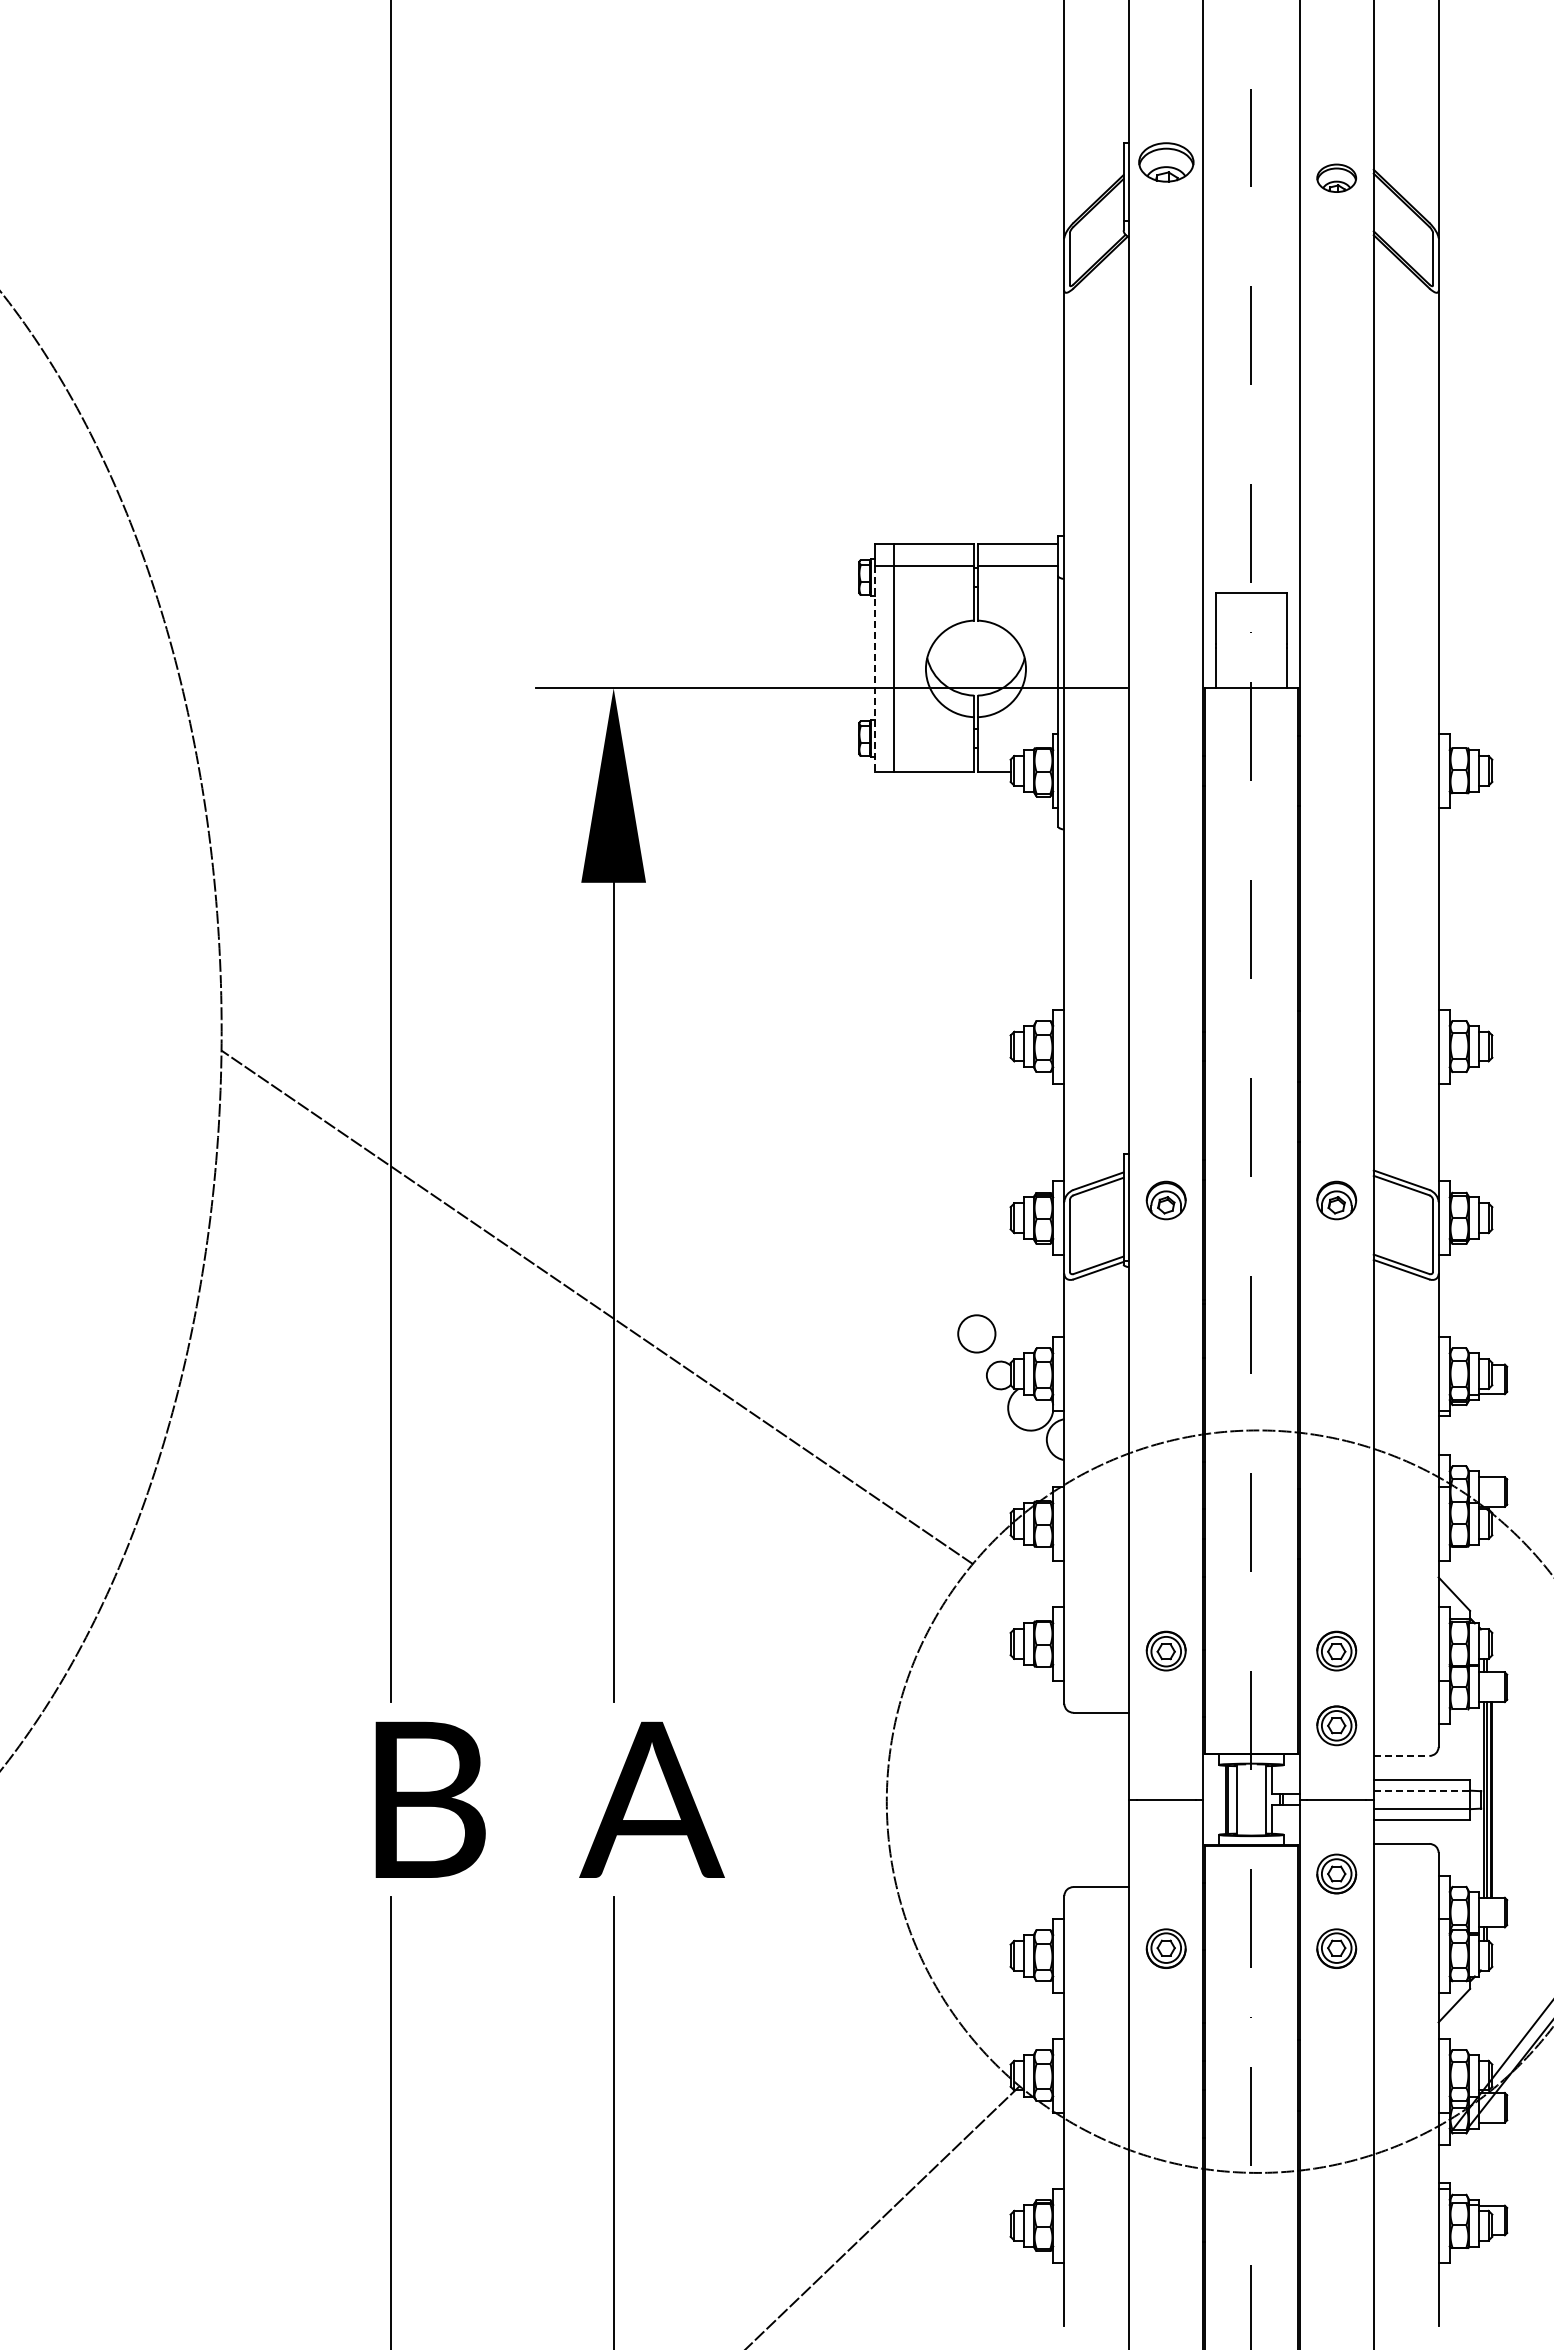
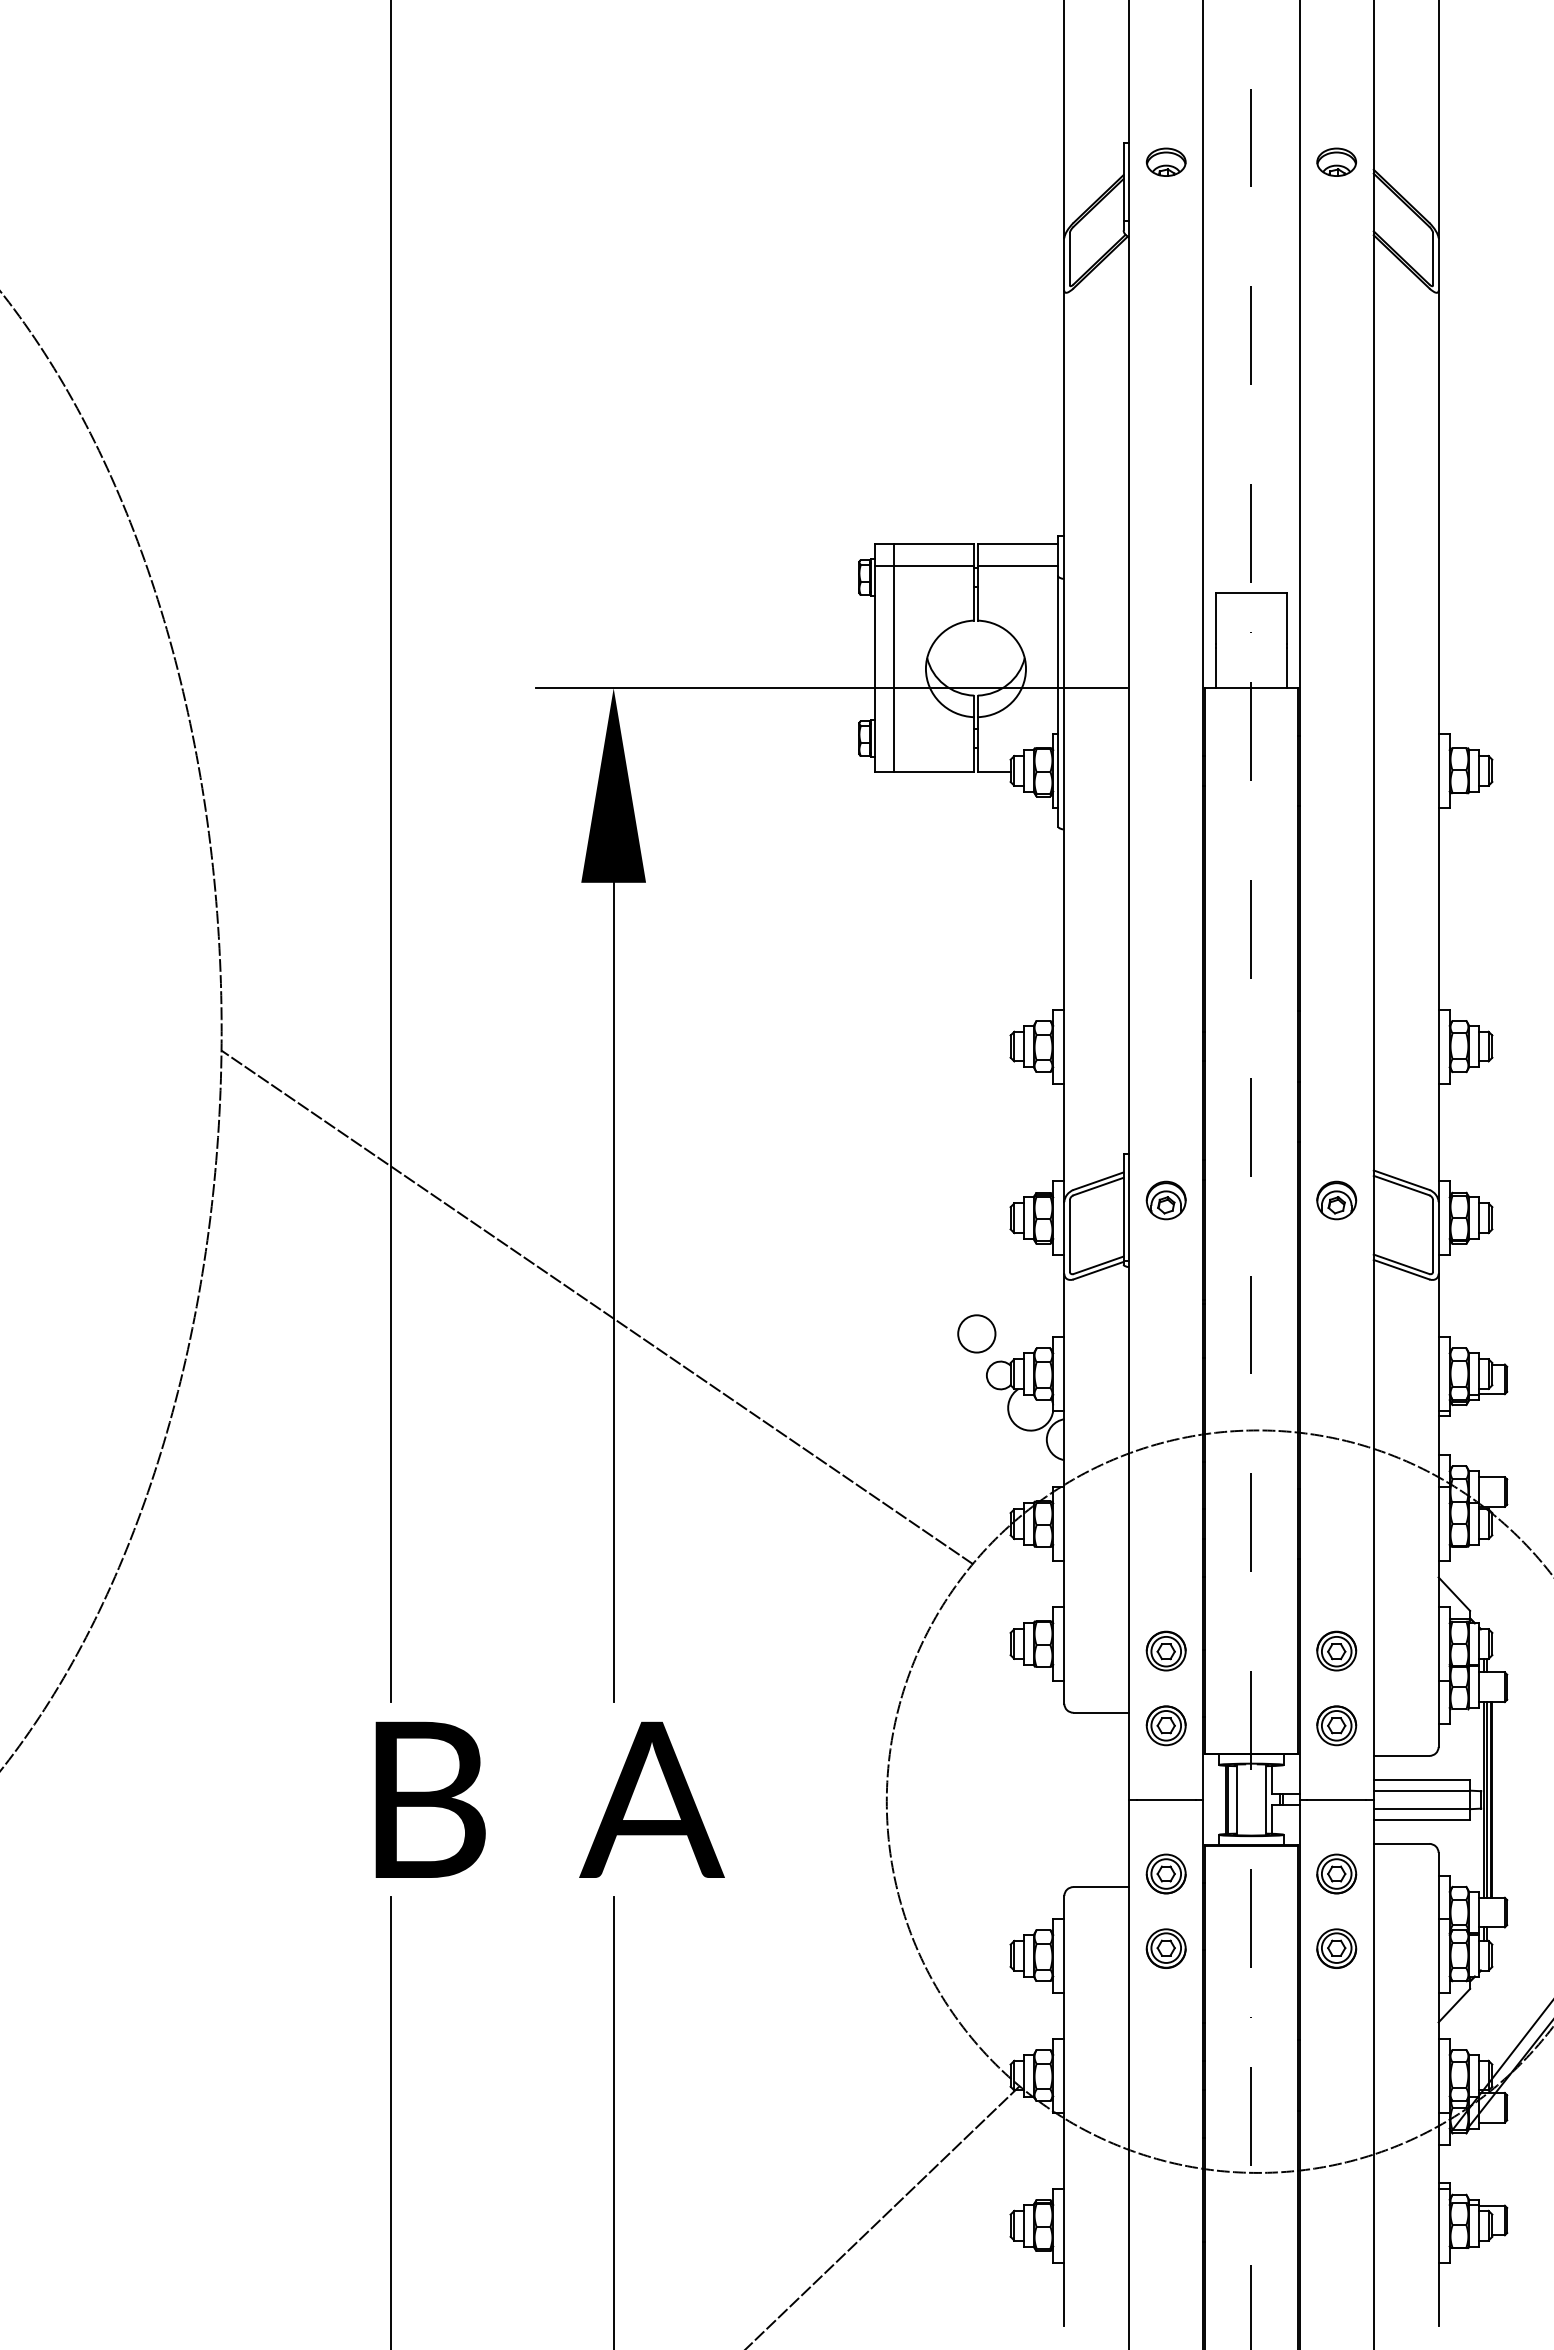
part at (1166, 162) size: 57x41 px -> 42x30 px
part at (1336, 177) position: (1336, 177) -> (1336, 161)
line at (875, 668): dashed -> solid
part at (1165, 1725): none -> present
line at (1401, 1755): dashed -> solid
line at (1422, 1790): dashed -> solid
part at (1165, 1873): none -> present
